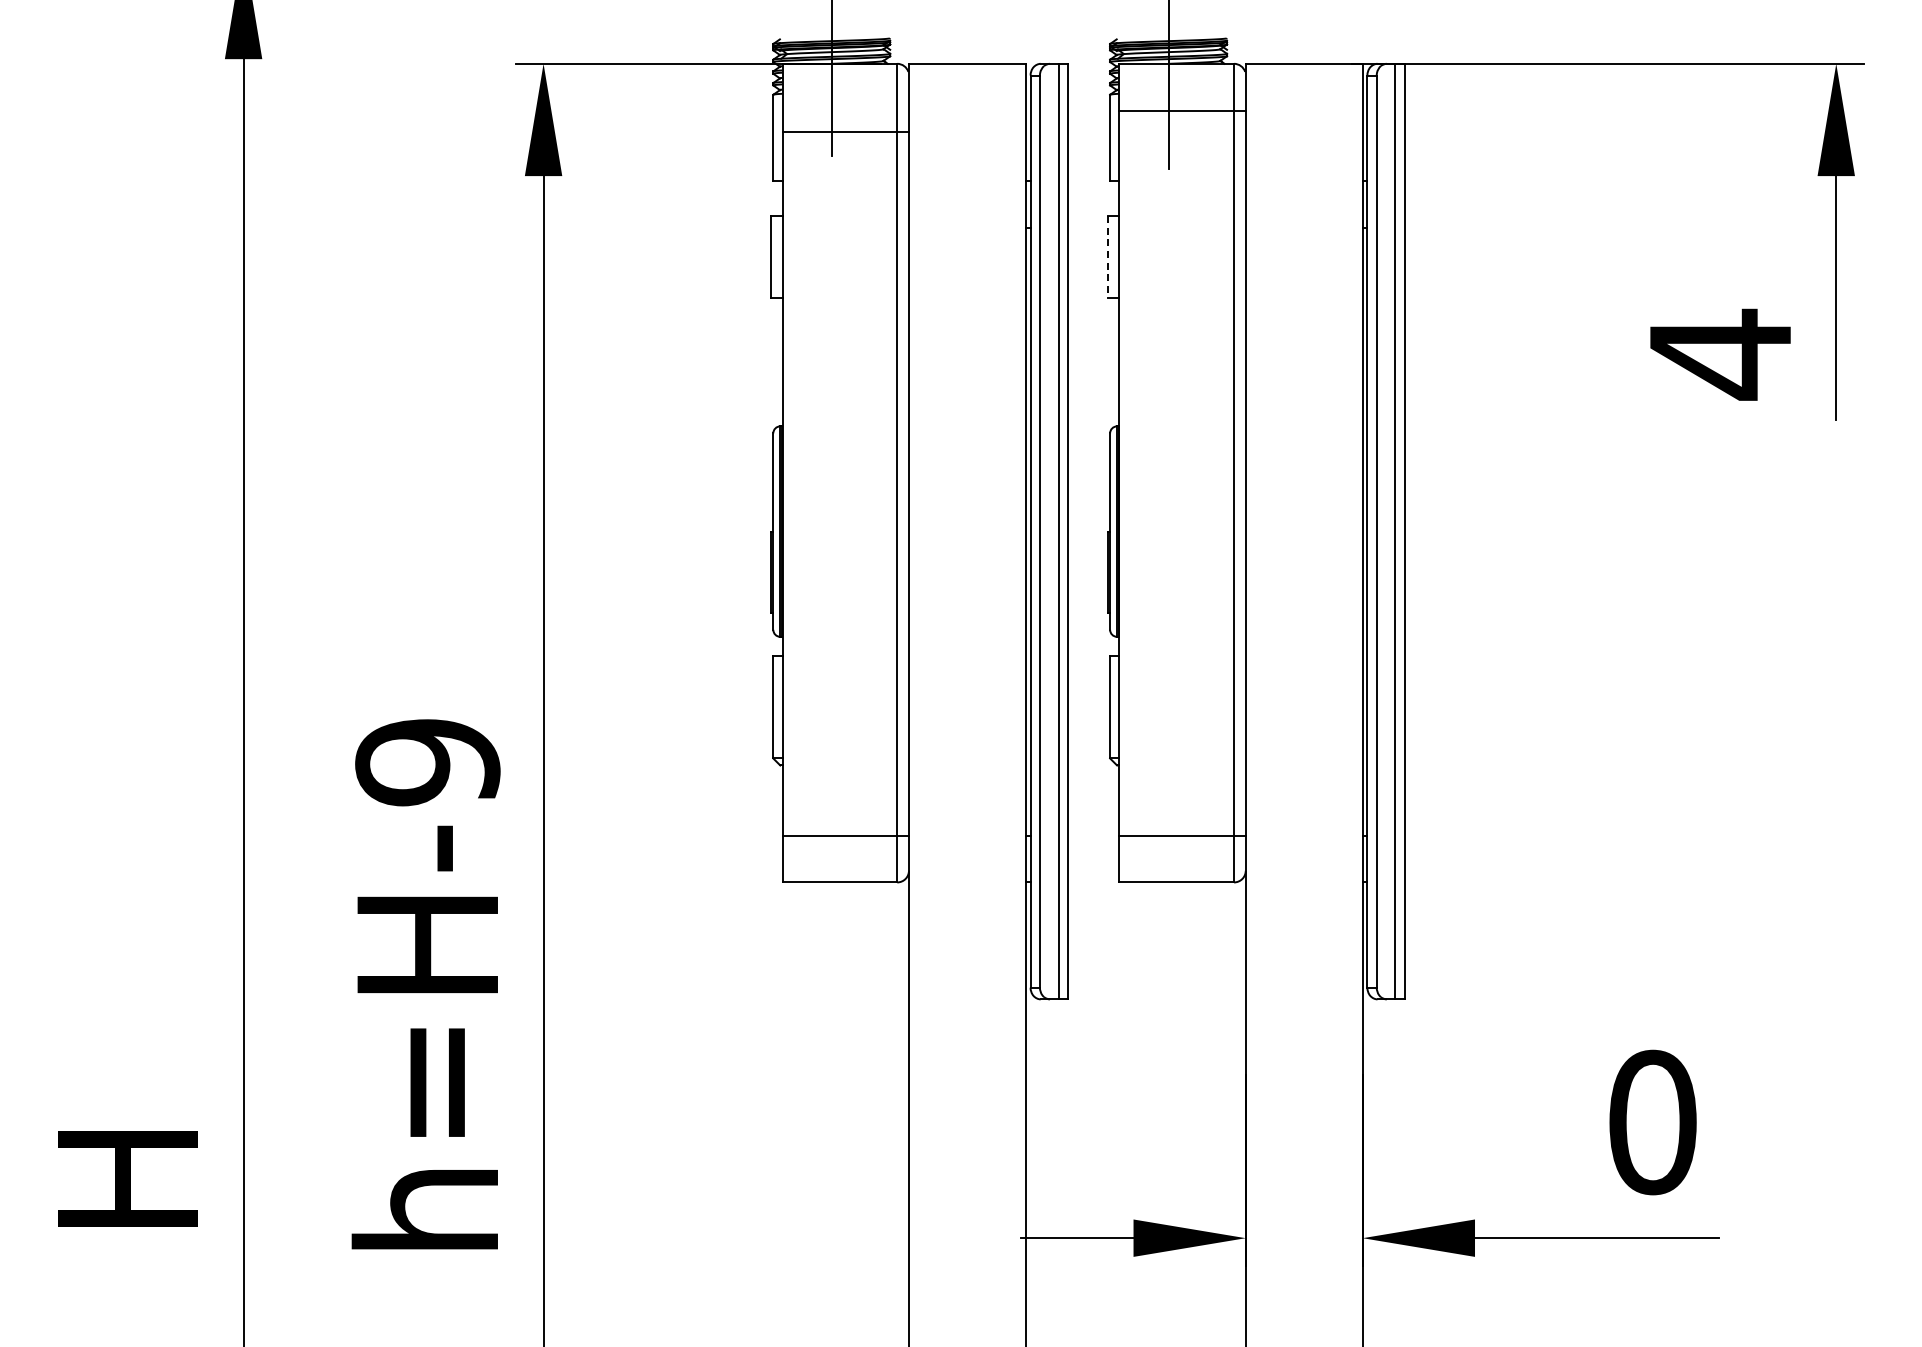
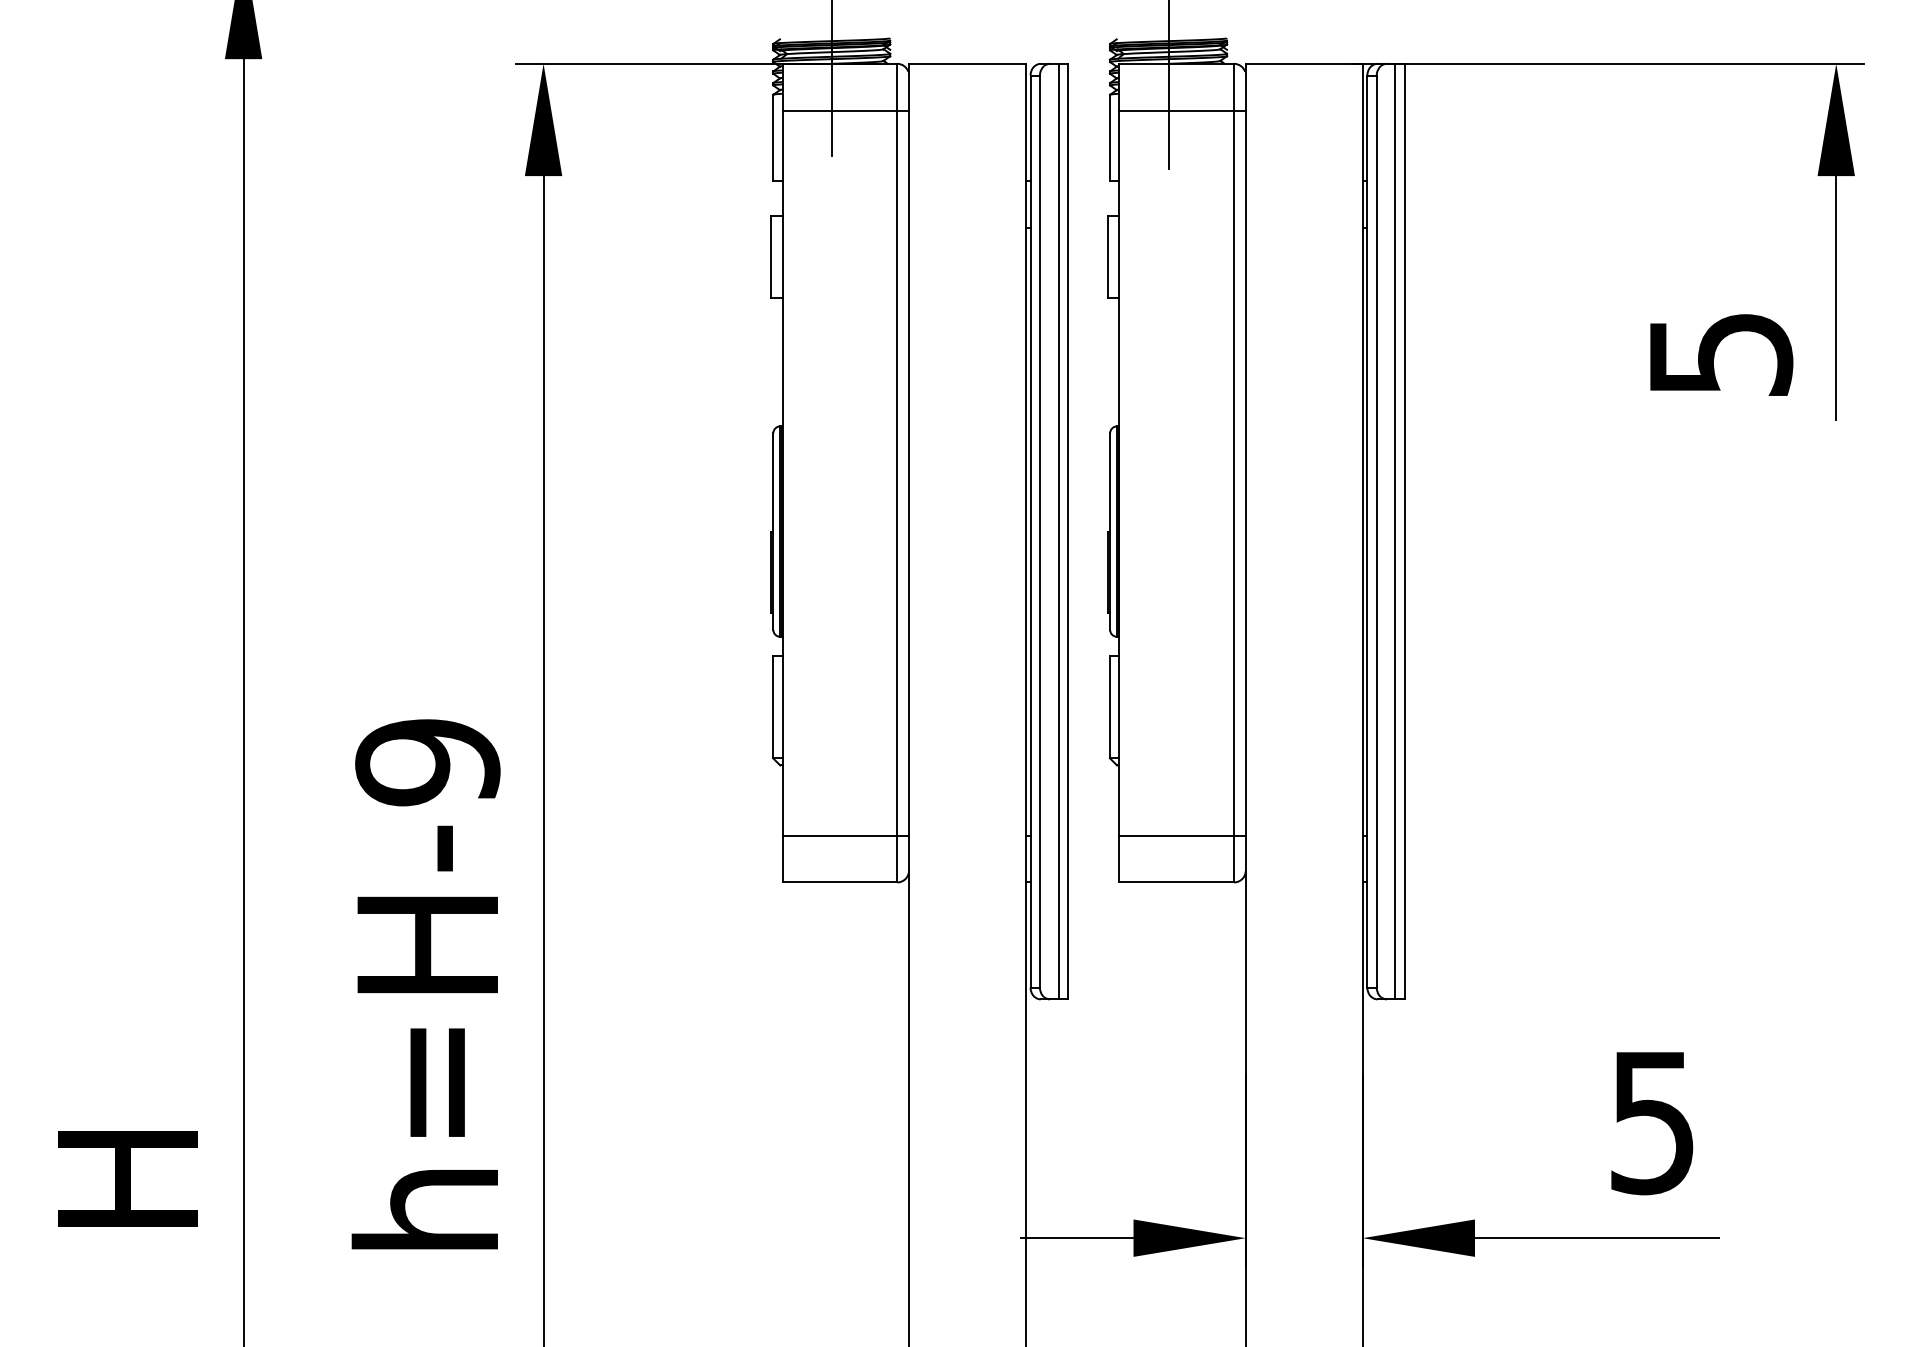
line at (845, 131) position: (845, 131) -> (845, 110)
line at (1107, 256): dashed -> solid
text at (1721, 354): 4 -> 5
text at (1652, 1122): 0 -> 5
